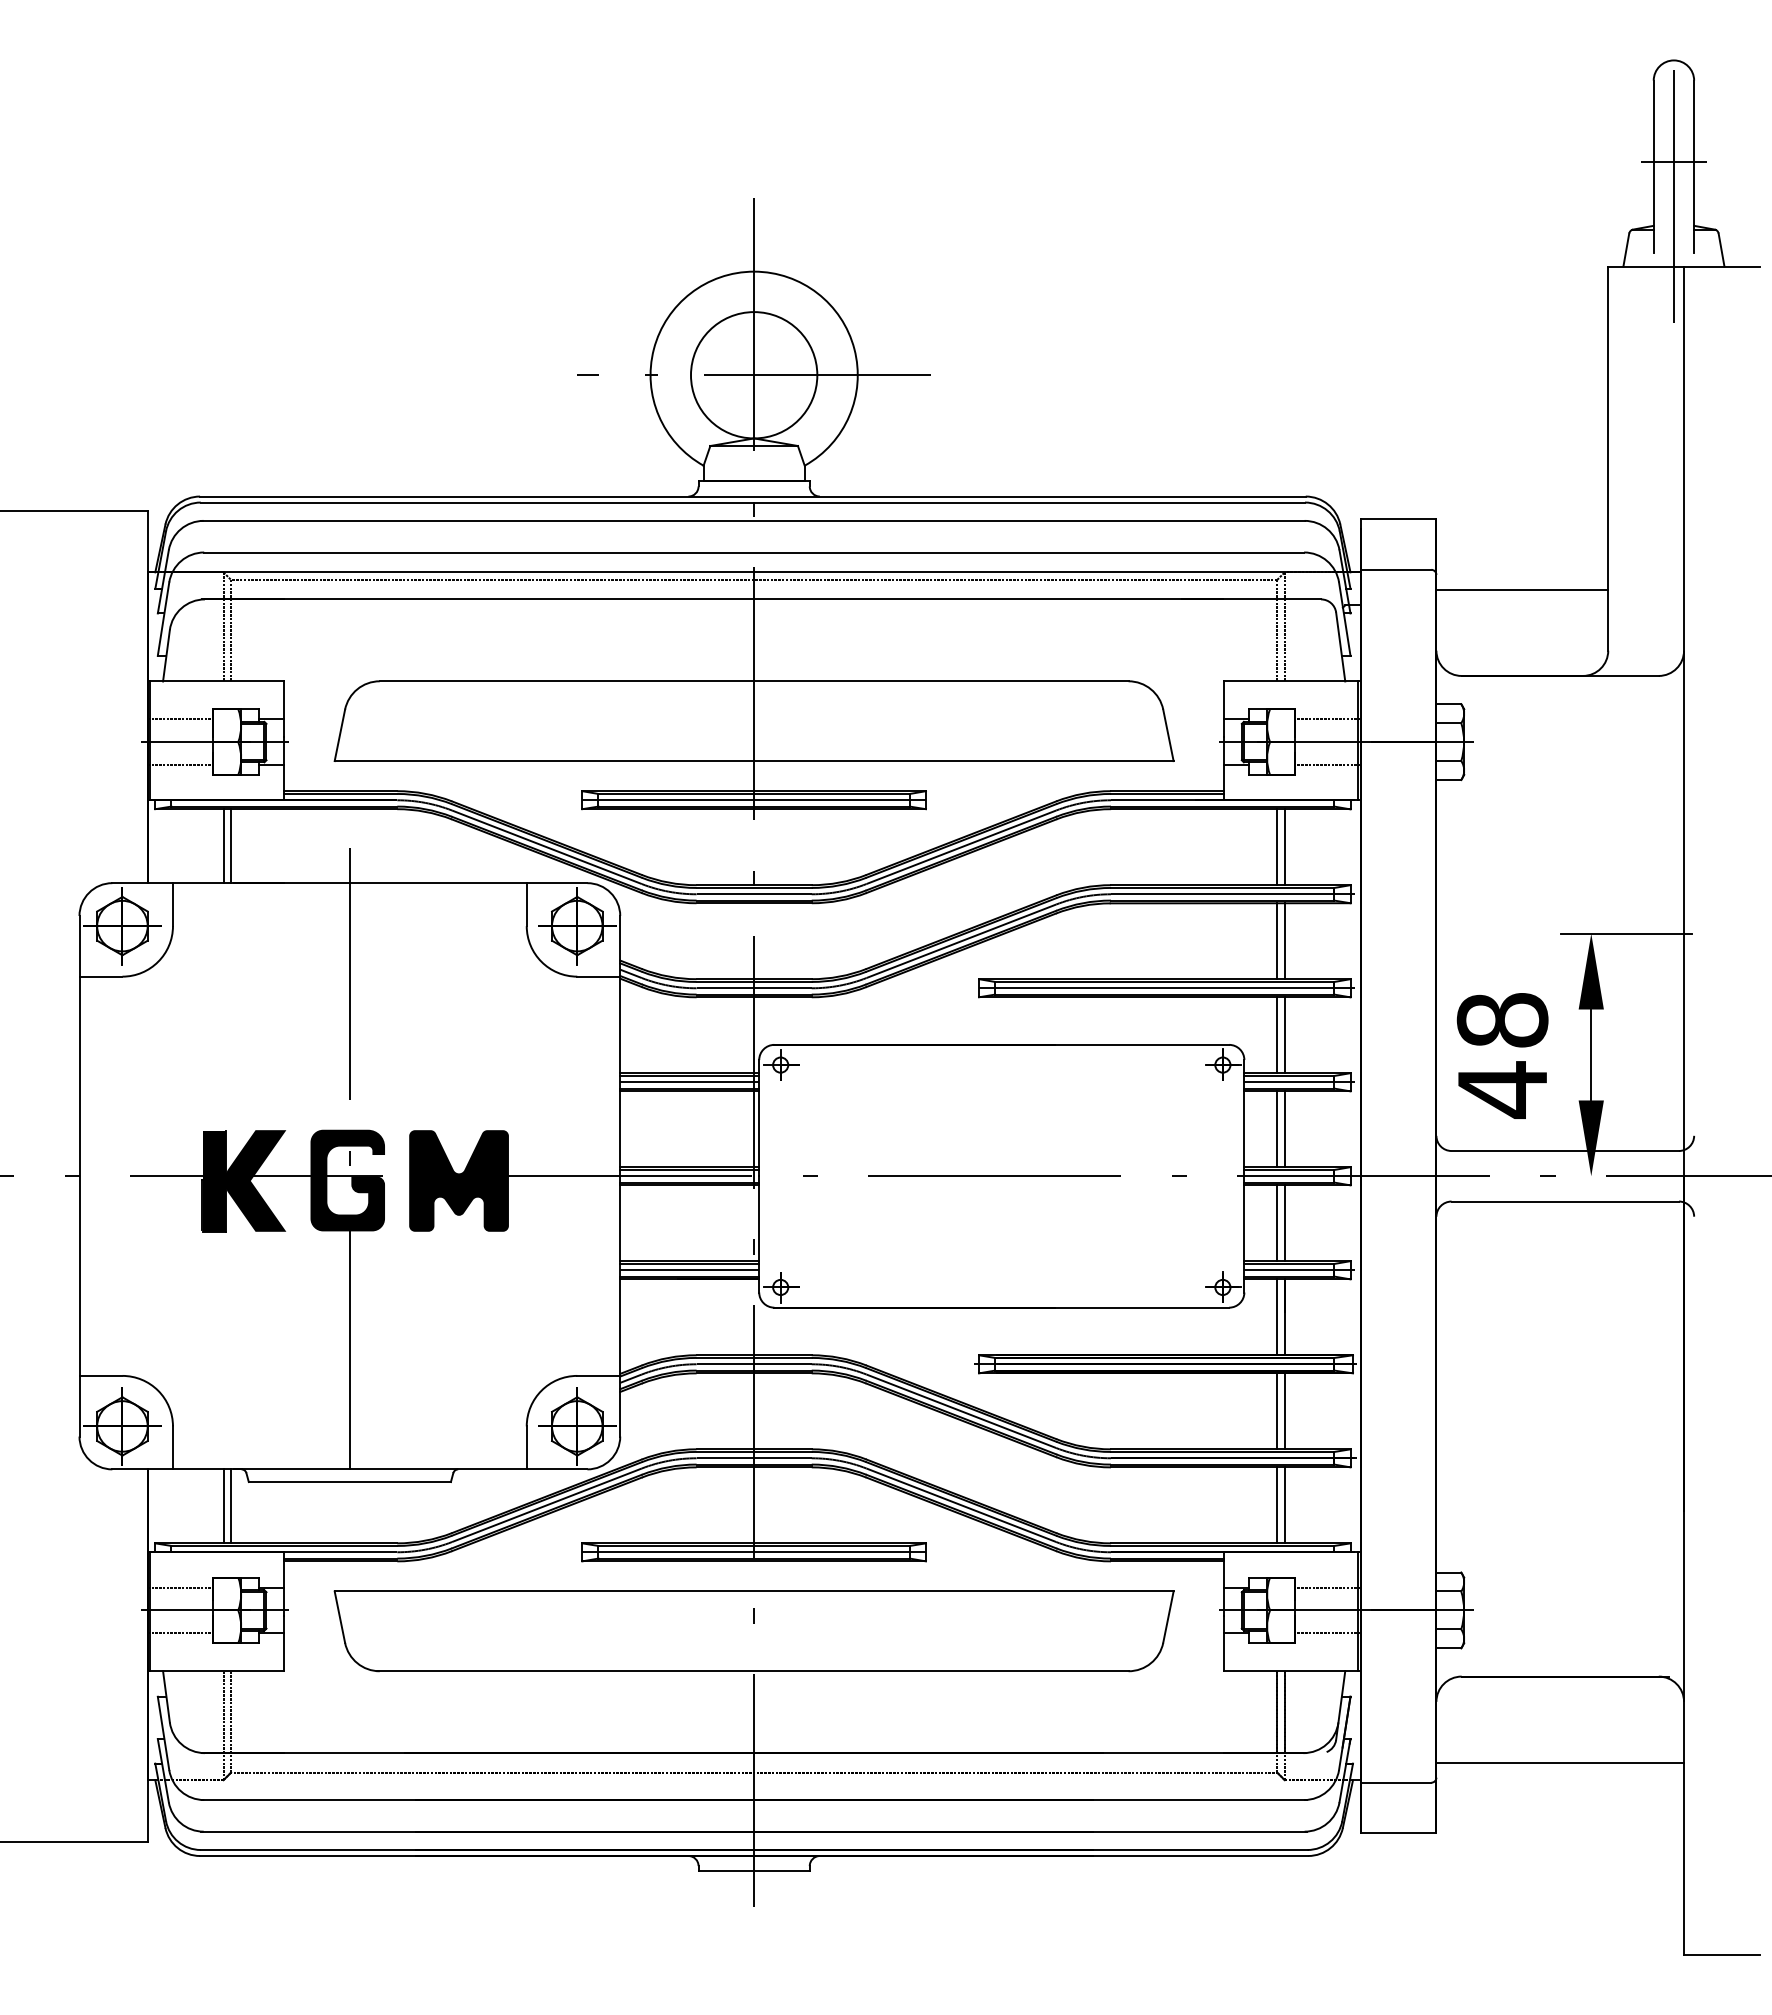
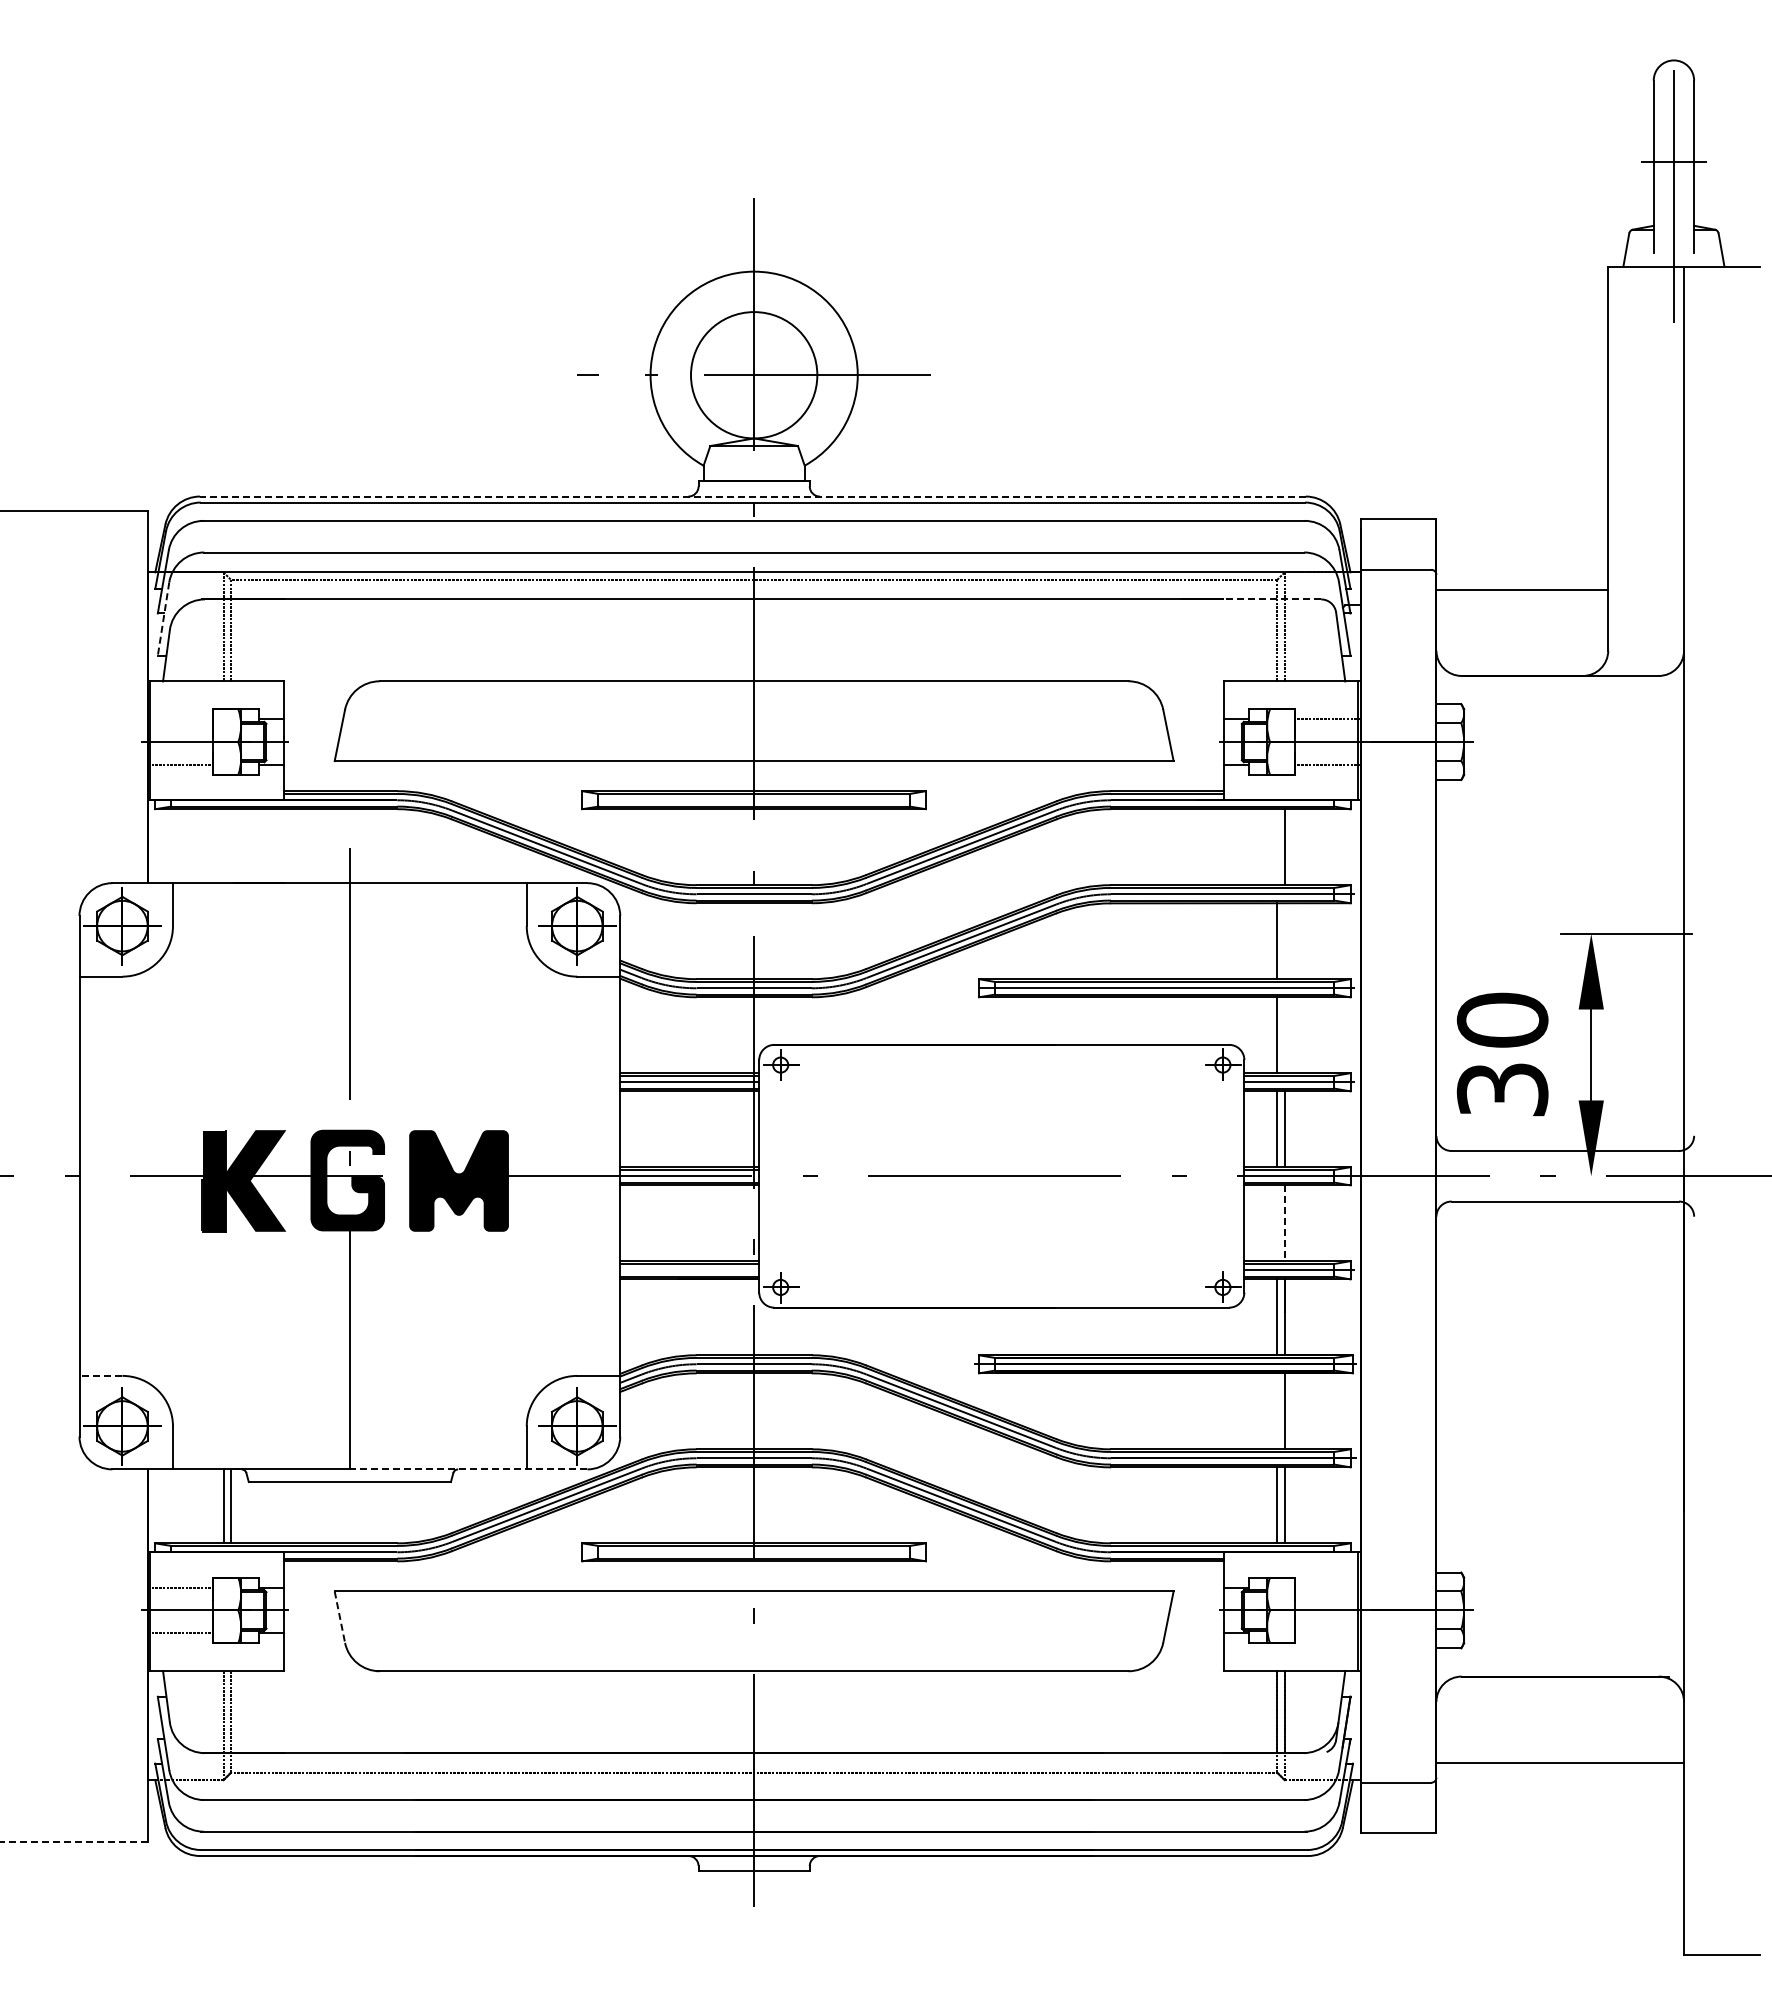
line at (752, 496): solid -> dashed
line at (1272, 599): solid -> dashed
line at (163, 619): solid -> dashed
line at (180, 719): present -> none
line at (753, 800): present -> none
line at (223, 846): present -> none
line at (231, 846): present -> none
line at (1277, 847): present -> none
line at (1284, 941): present -> none
line at (1284, 1035): present -> none
text at (1502, 1055): 48 -> 30
line at (1277, 1223): present -> none
line at (1284, 1223): solid -> dashed
line at (689, 1270): present -> none
line at (100, 1375): solid -> dashed
line at (1277, 1411): present -> none
line at (468, 1469): solid -> dashed
line at (753, 1552): present -> none
line at (1327, 1587): present -> none
line at (340, 1617): solid -> dashed
line at (1327, 1633): present -> none
line at (73, 1841): solid -> dashed
